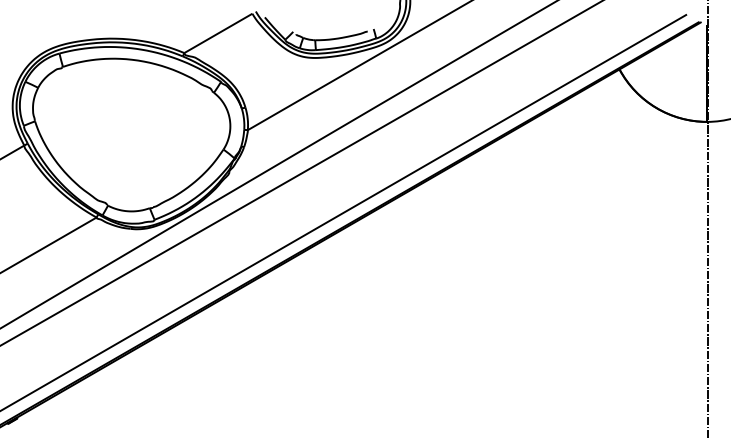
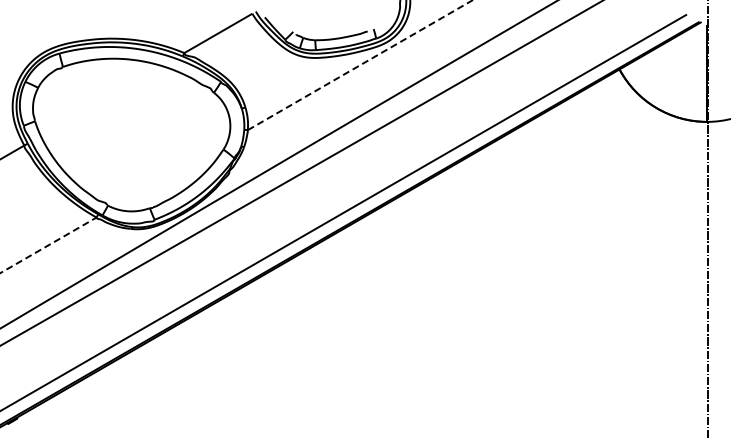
line at (360, 65): solid -> dashed
line at (49, 245): solid -> dashed
